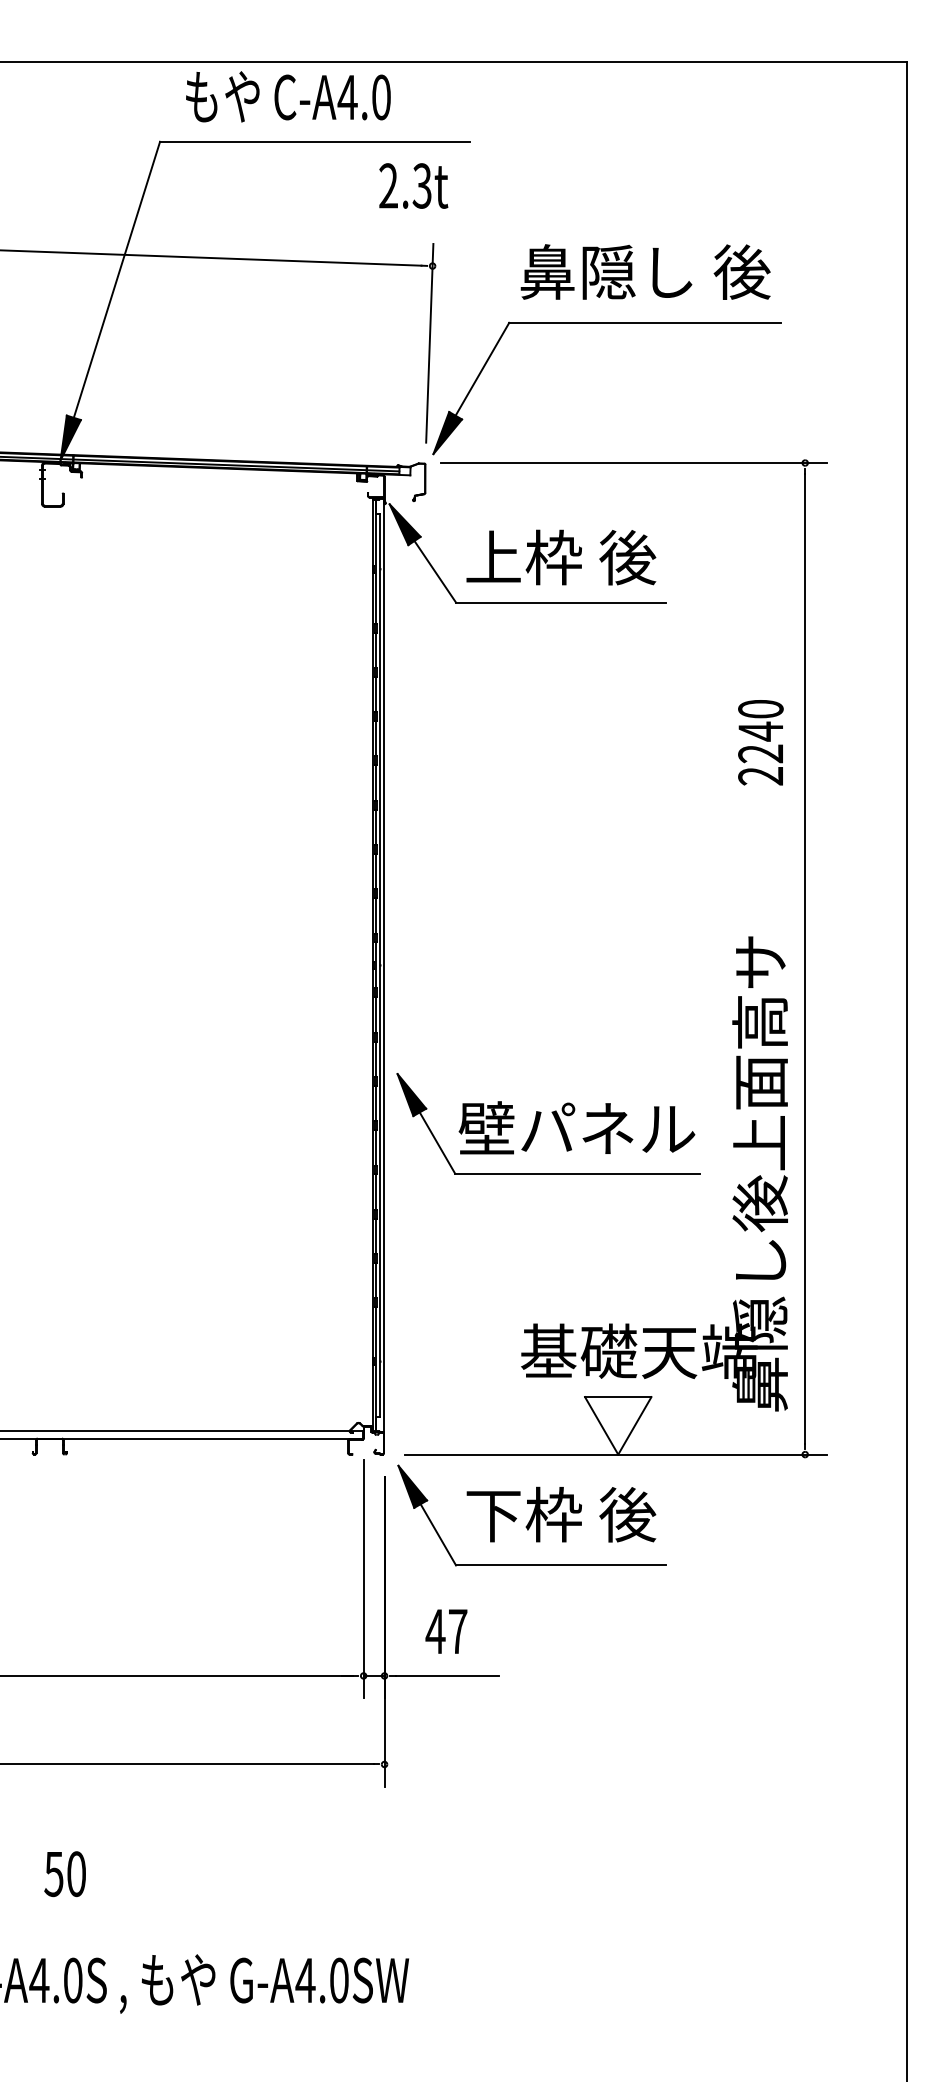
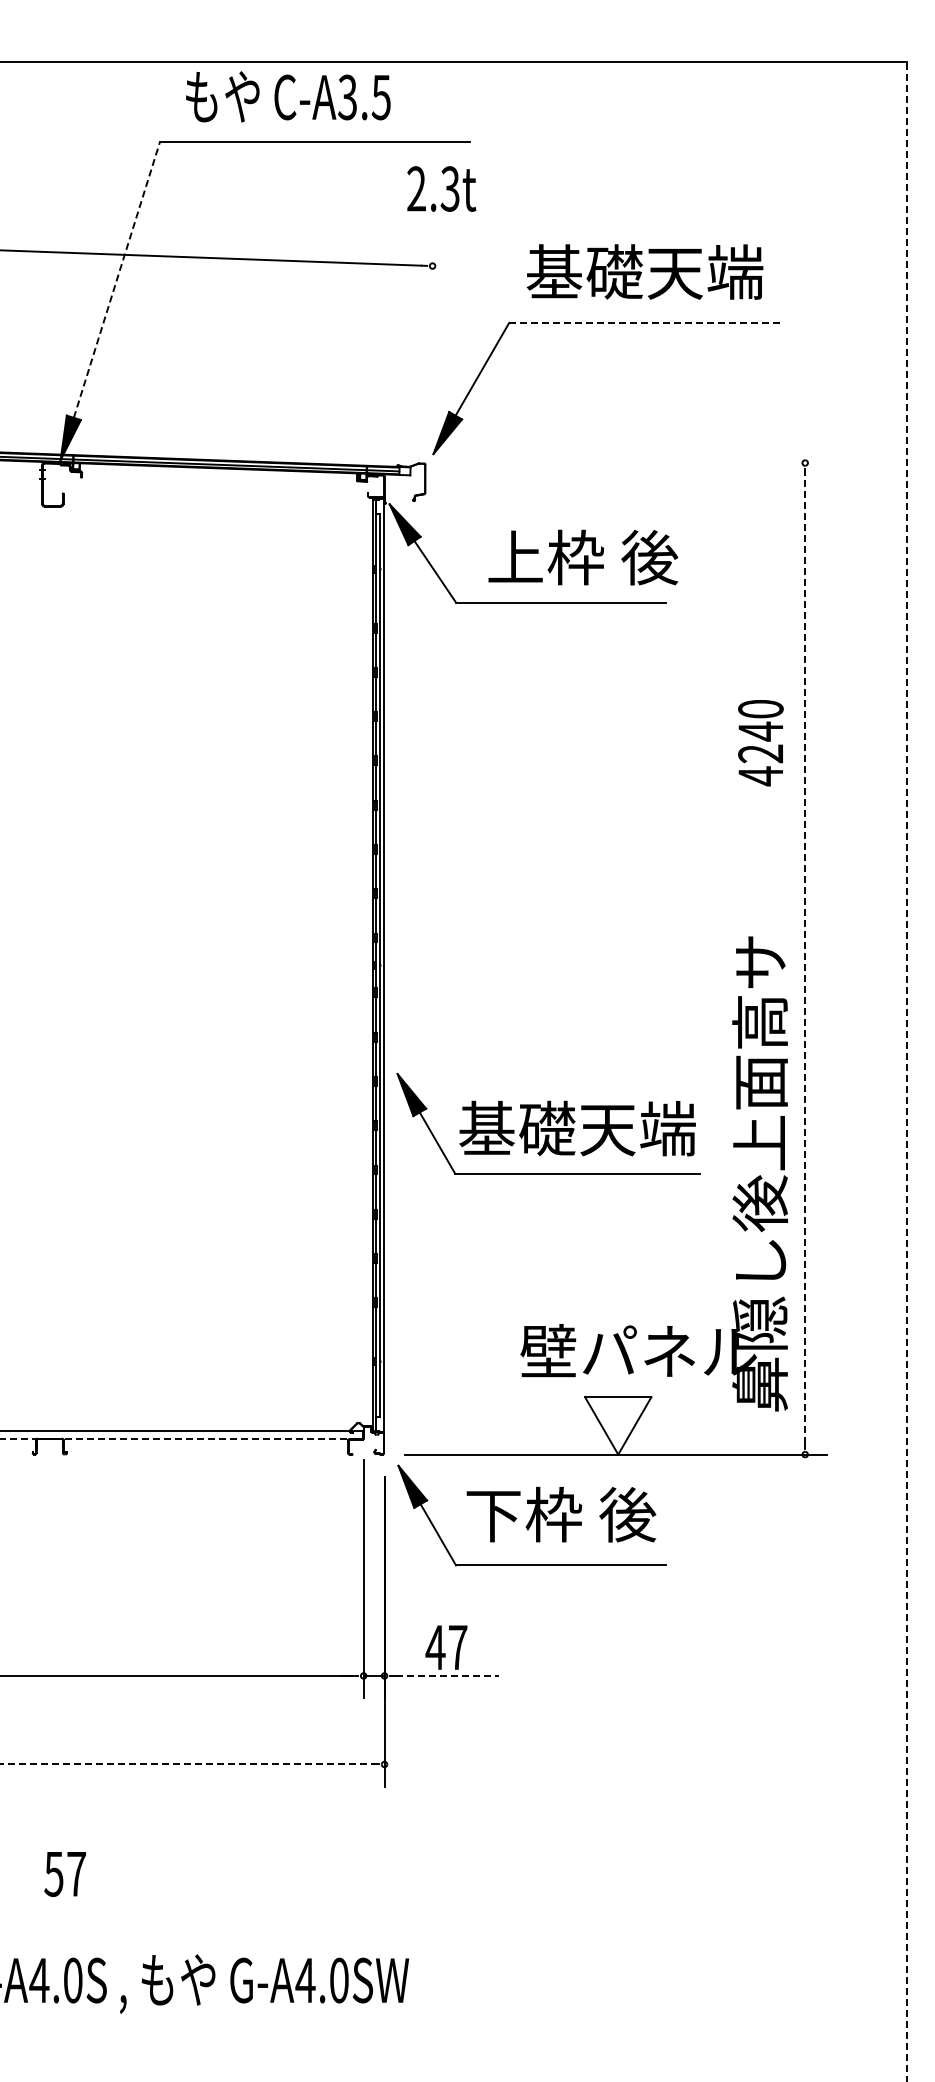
text at (363, 97): C-A4.0 -> C-A3.5
text at (413, 185) position: (413, 185) -> (441, 188)
text at (645, 271): 鼻隠し 後 -> 基礎天端
line at (116, 279): solid -> dashed
line at (645, 322): solid -> dashed
line at (429, 343): present -> none
line at (633, 463): present -> none
text at (561, 557) position: (561, 557) -> (583, 557)
text at (760, 776): 2240 -> 4240
line at (805, 958): solid -> dashed
line at (907, 1071): solid -> dashed
text at (576, 1128): 壁パネル -> 基礎天端
text at (638, 1351): 基礎天端 -> 壁パネル
line at (182, 1439): solid -> dashed
text at (446, 1631) position: (446, 1631) -> (446, 1647)
line at (447, 1675): solid -> dashed
line at (187, 1764): solid -> dashed
text at (76, 1874): 50 -> 57
